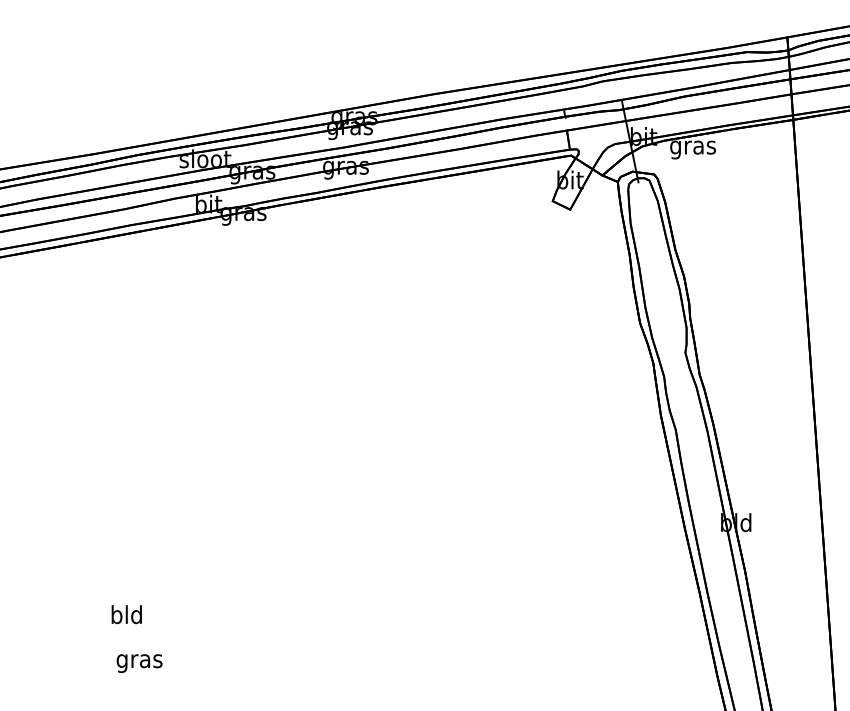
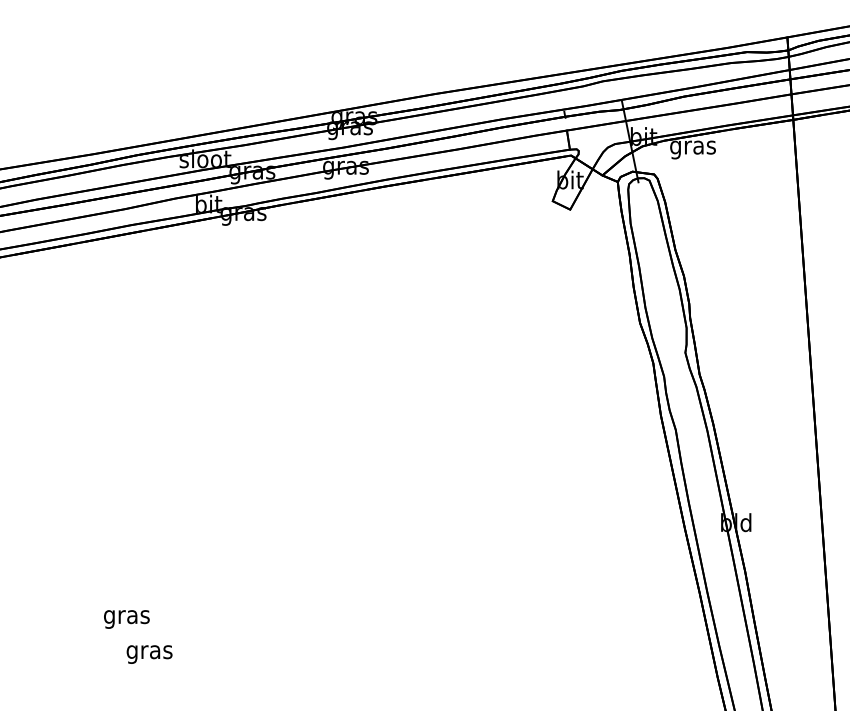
text at (126, 616): bld -> gras
text at (139, 663) position: (139, 663) -> (149, 654)
